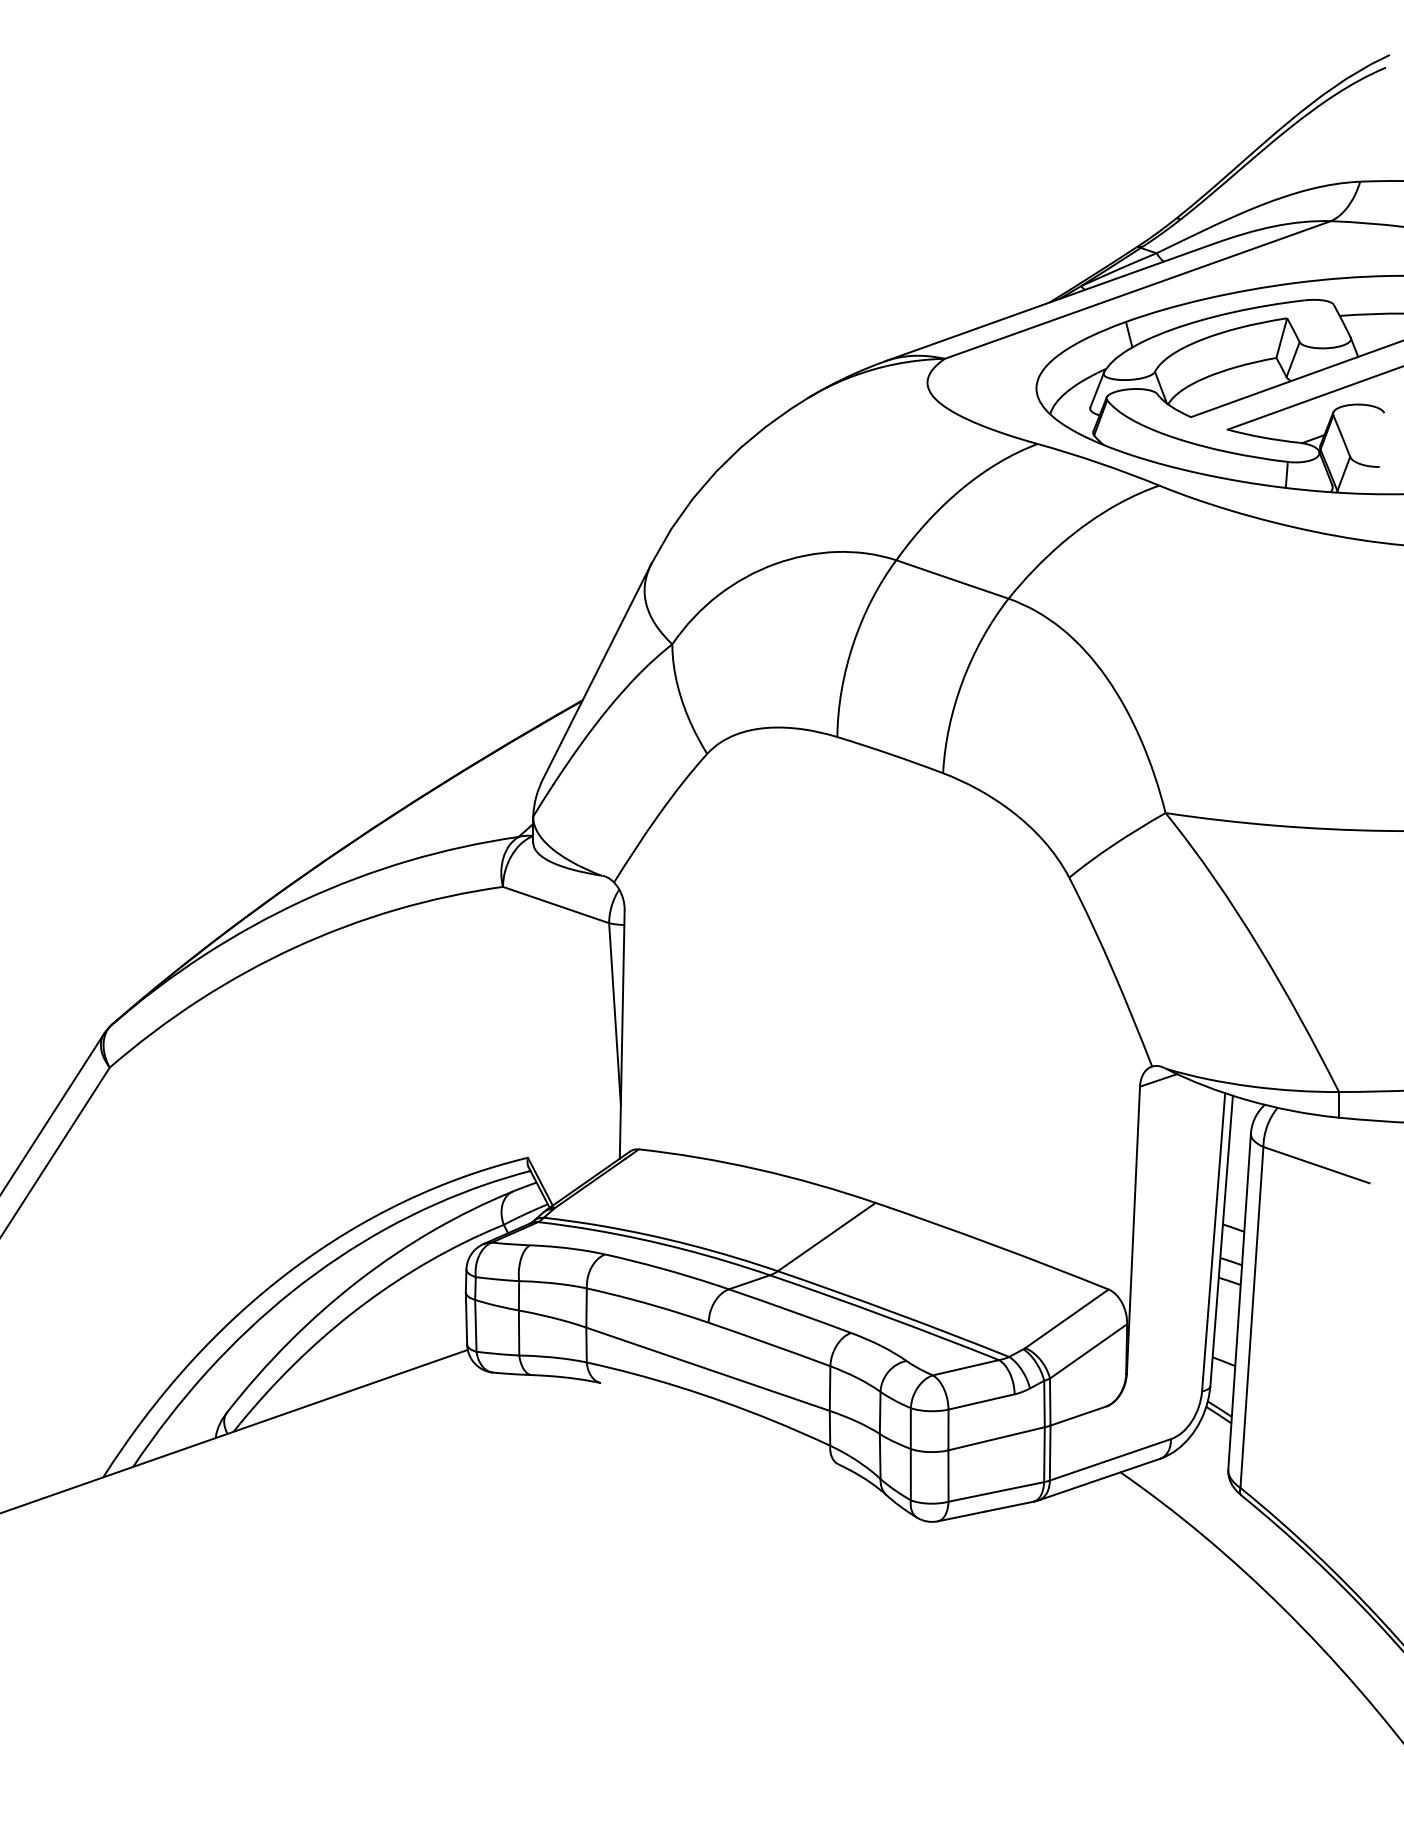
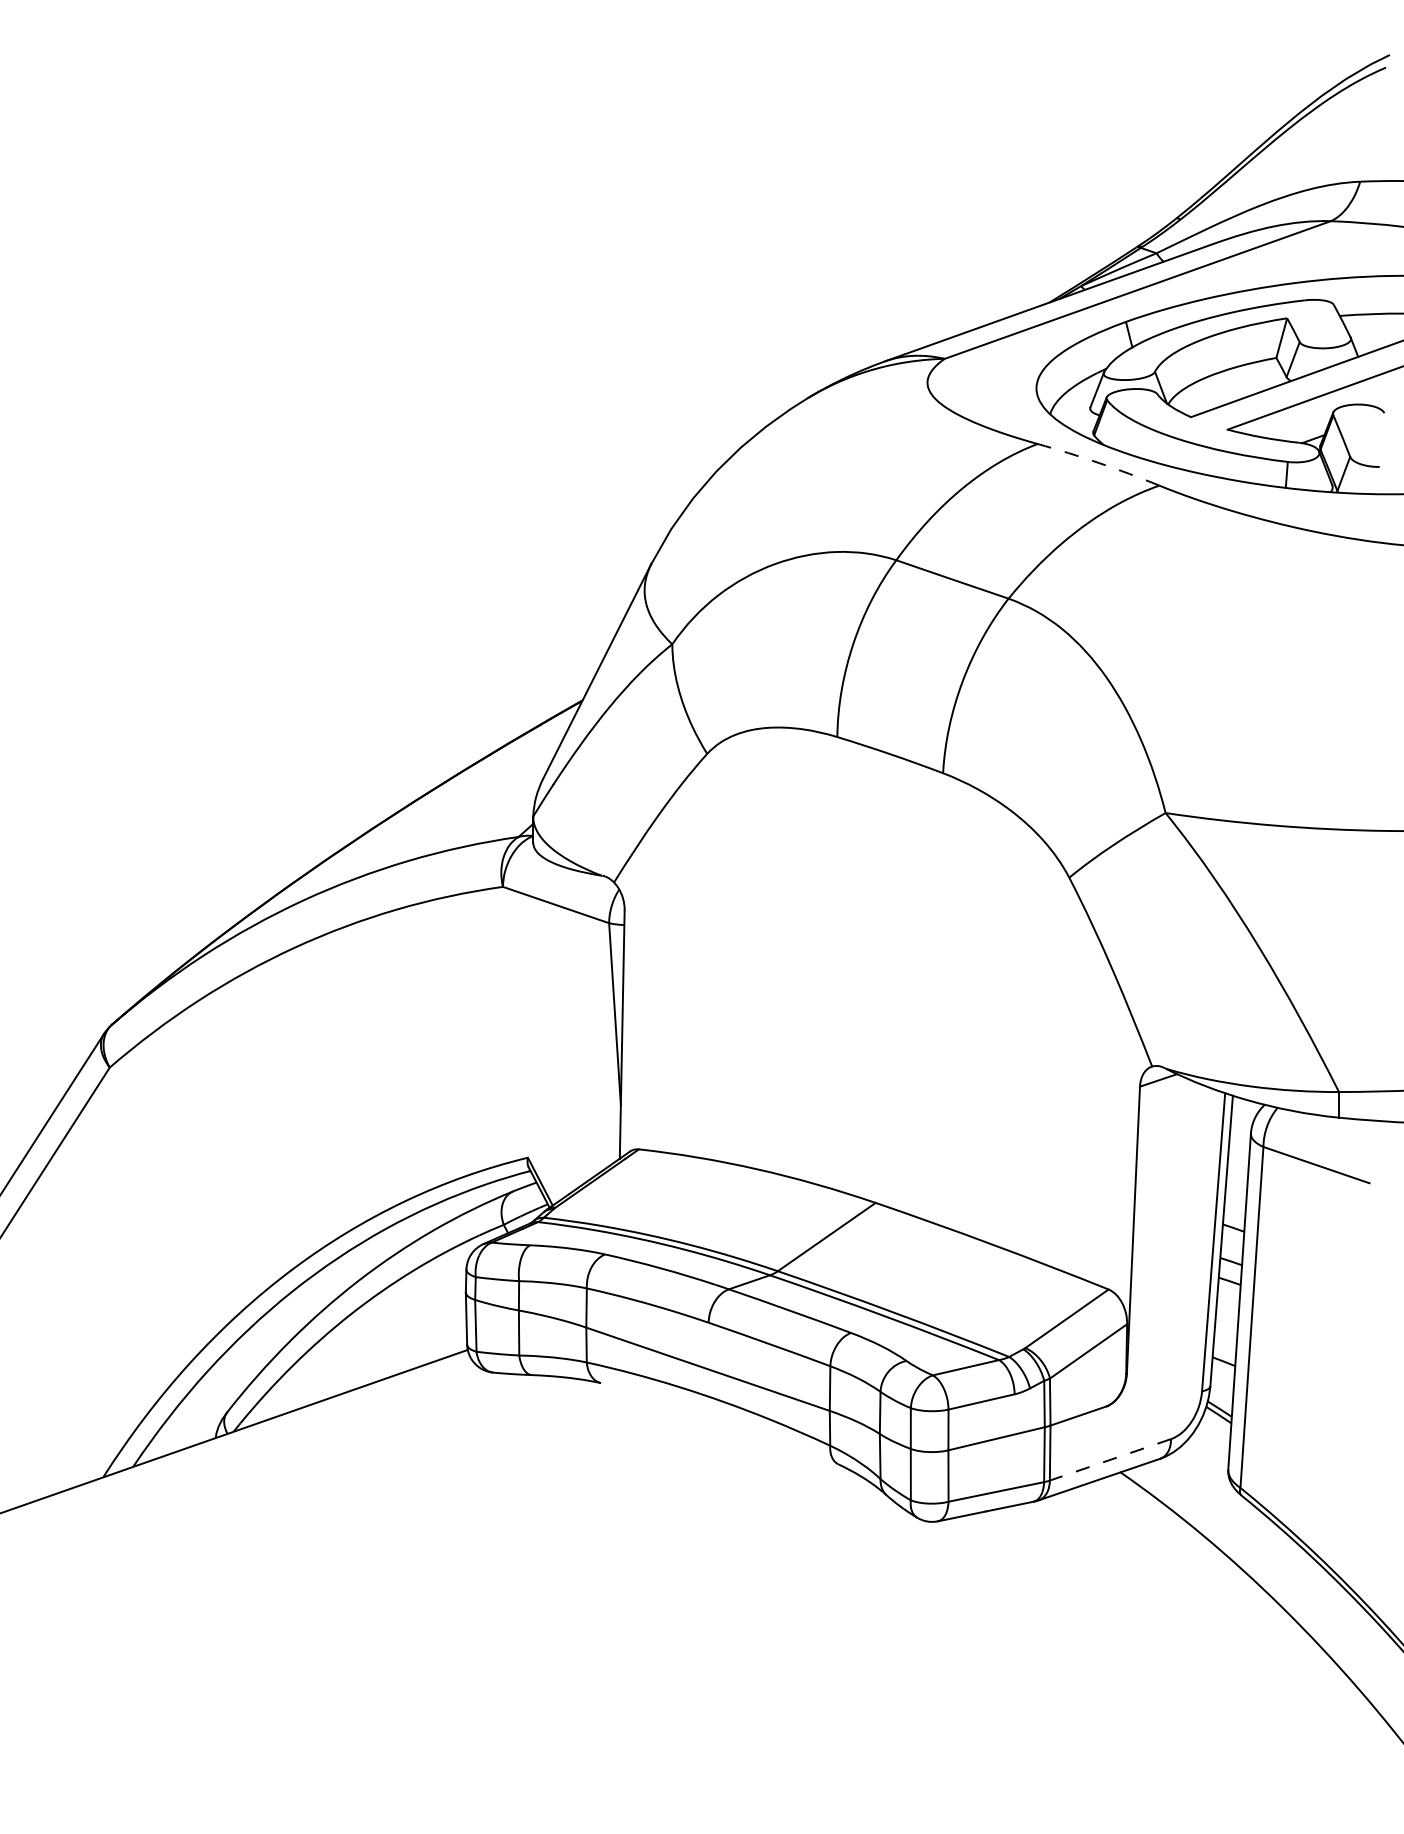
arc at (1099, 463): solid -> dashed
line at (1109, 1460): solid -> dashed
